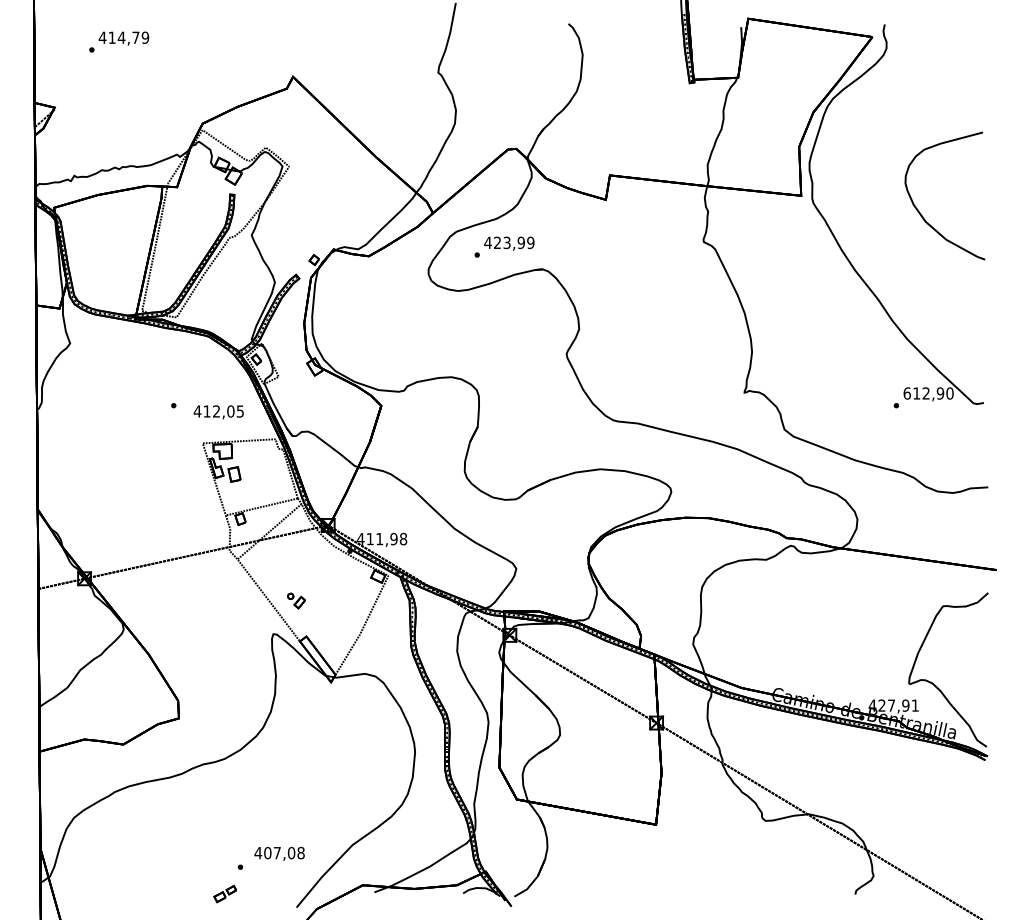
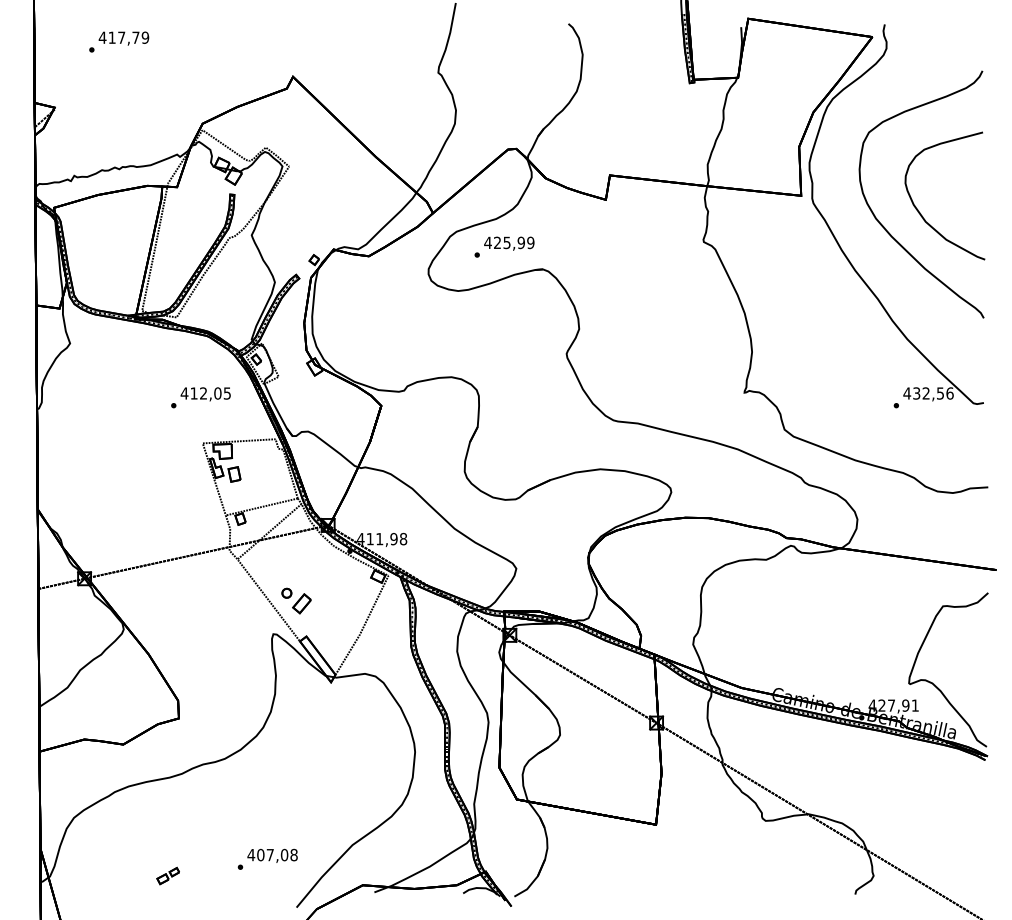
text at (121, 37): 414,79 -> 417,79
curve at (884, 226): none -> present
text at (506, 242): 423,99 -> 425,99
text at (928, 393): 612,90 -> 432,56
text at (218, 412) position: (218, 412) -> (205, 394)
part at (296, 600) size: 19x18 px -> 31x28 px
text at (279, 853) position: (279, 853) -> (272, 855)
part at (224, 893) position: (224, 893) -> (167, 875)
